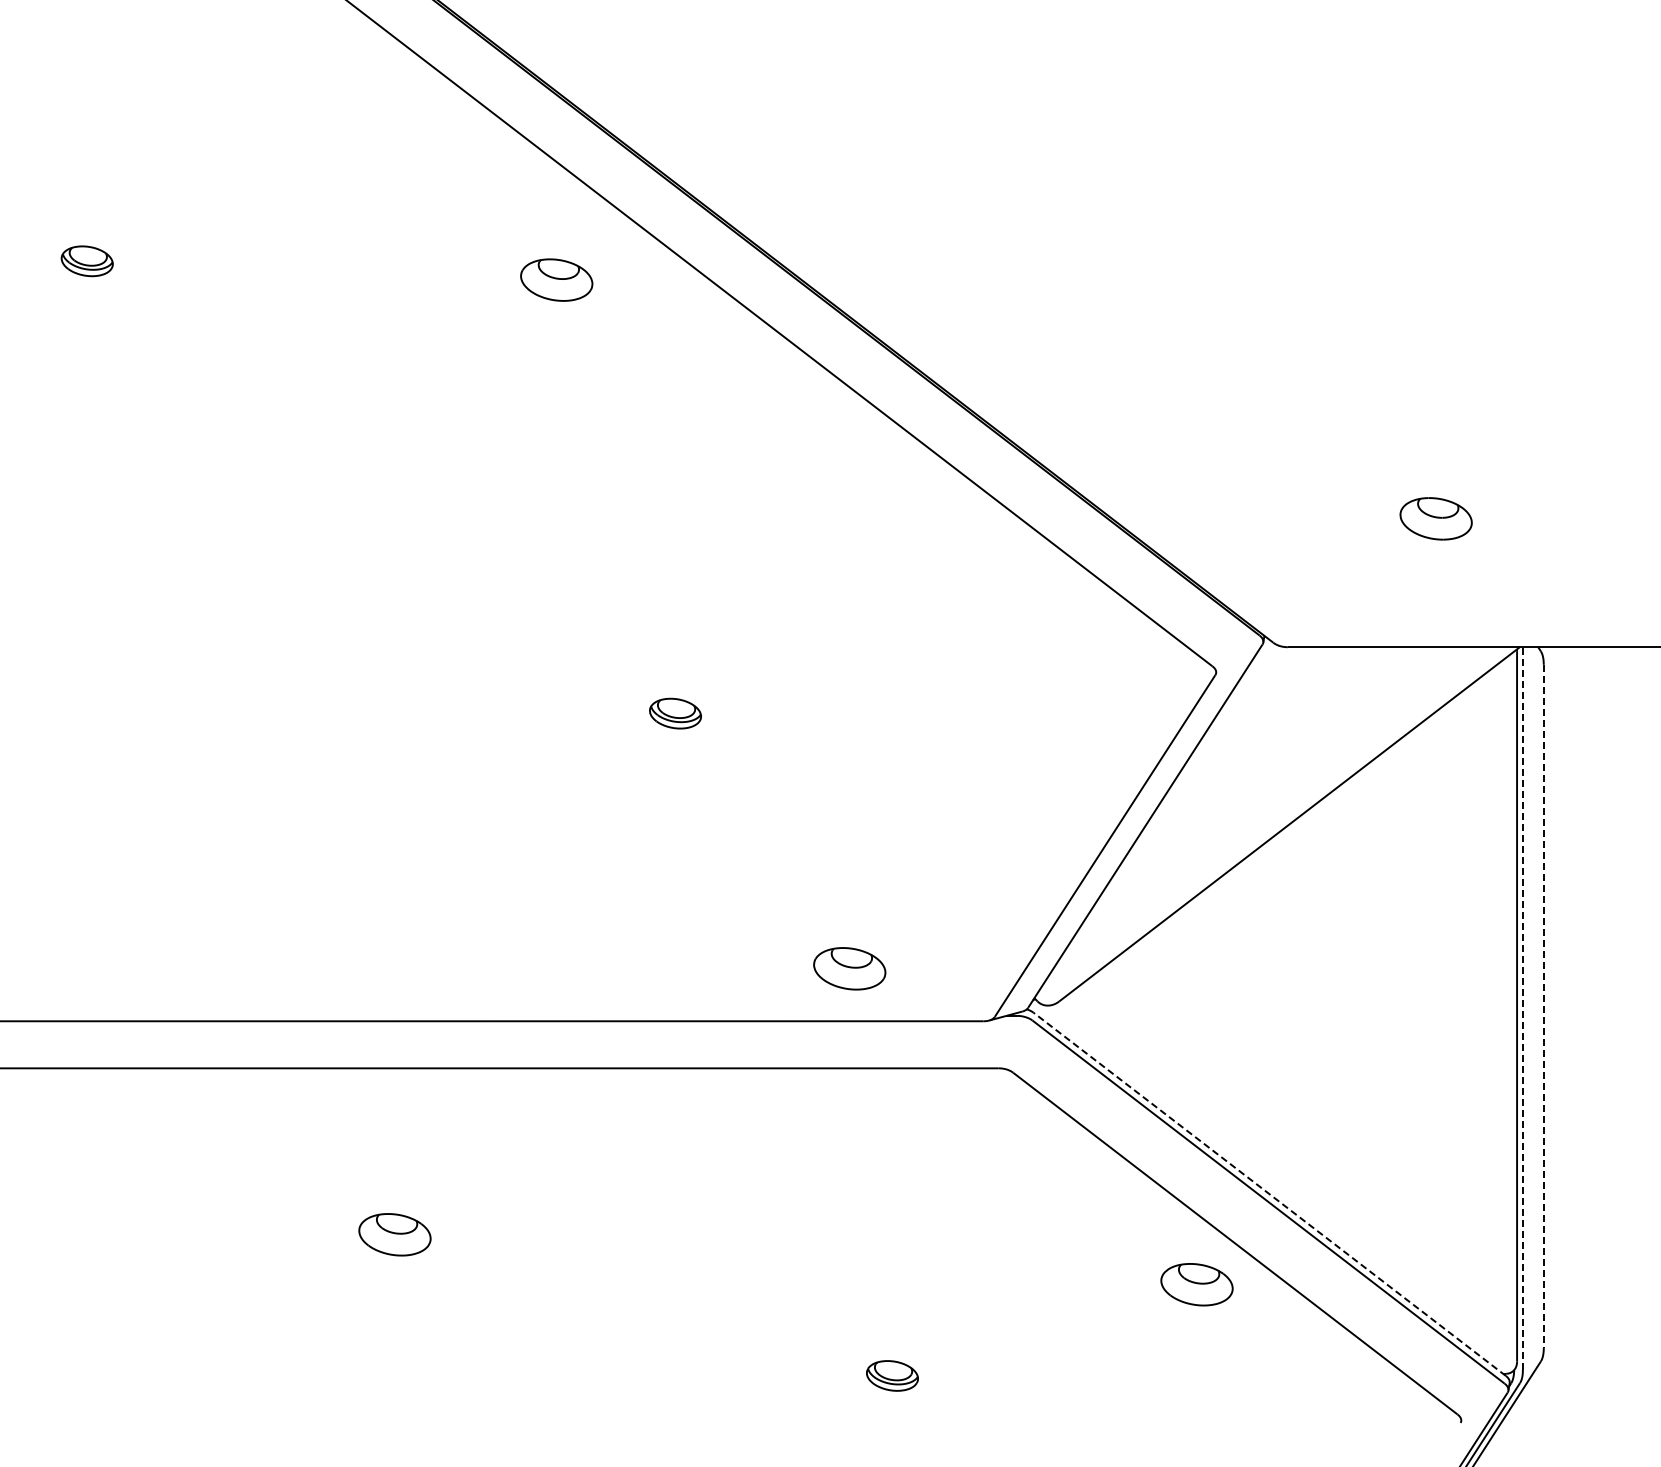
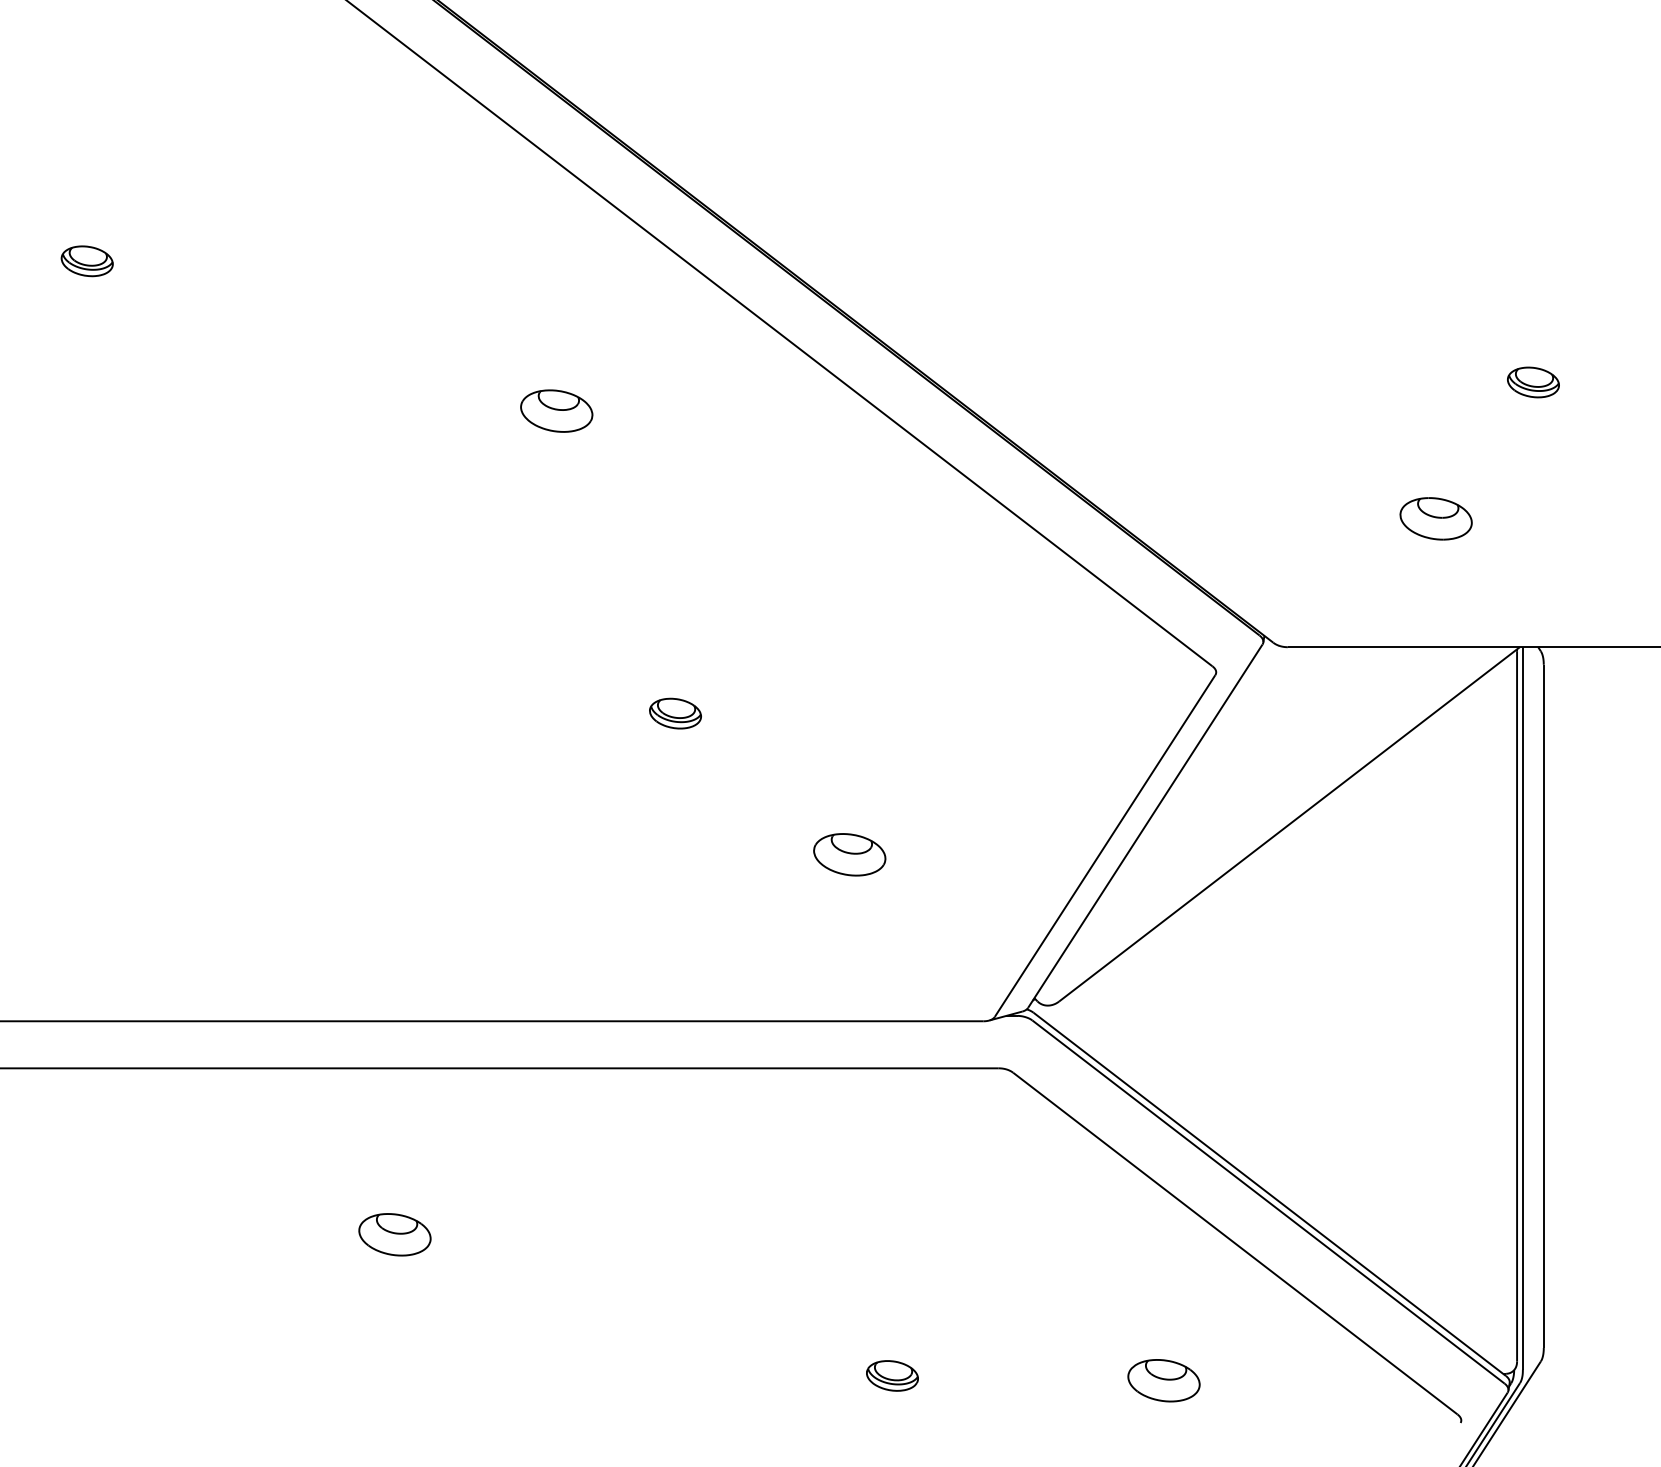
part at (556, 279) position: (556, 279) -> (556, 410)
part at (1533, 382): none -> present
part at (849, 968) position: (849, 968) -> (849, 854)
line at (1543, 1006): dashed -> solid
line at (1522, 1007): dashed -> solid
line at (1269, 1194): dashed -> solid
part at (1196, 1284) position: (1196, 1284) -> (1163, 1380)
